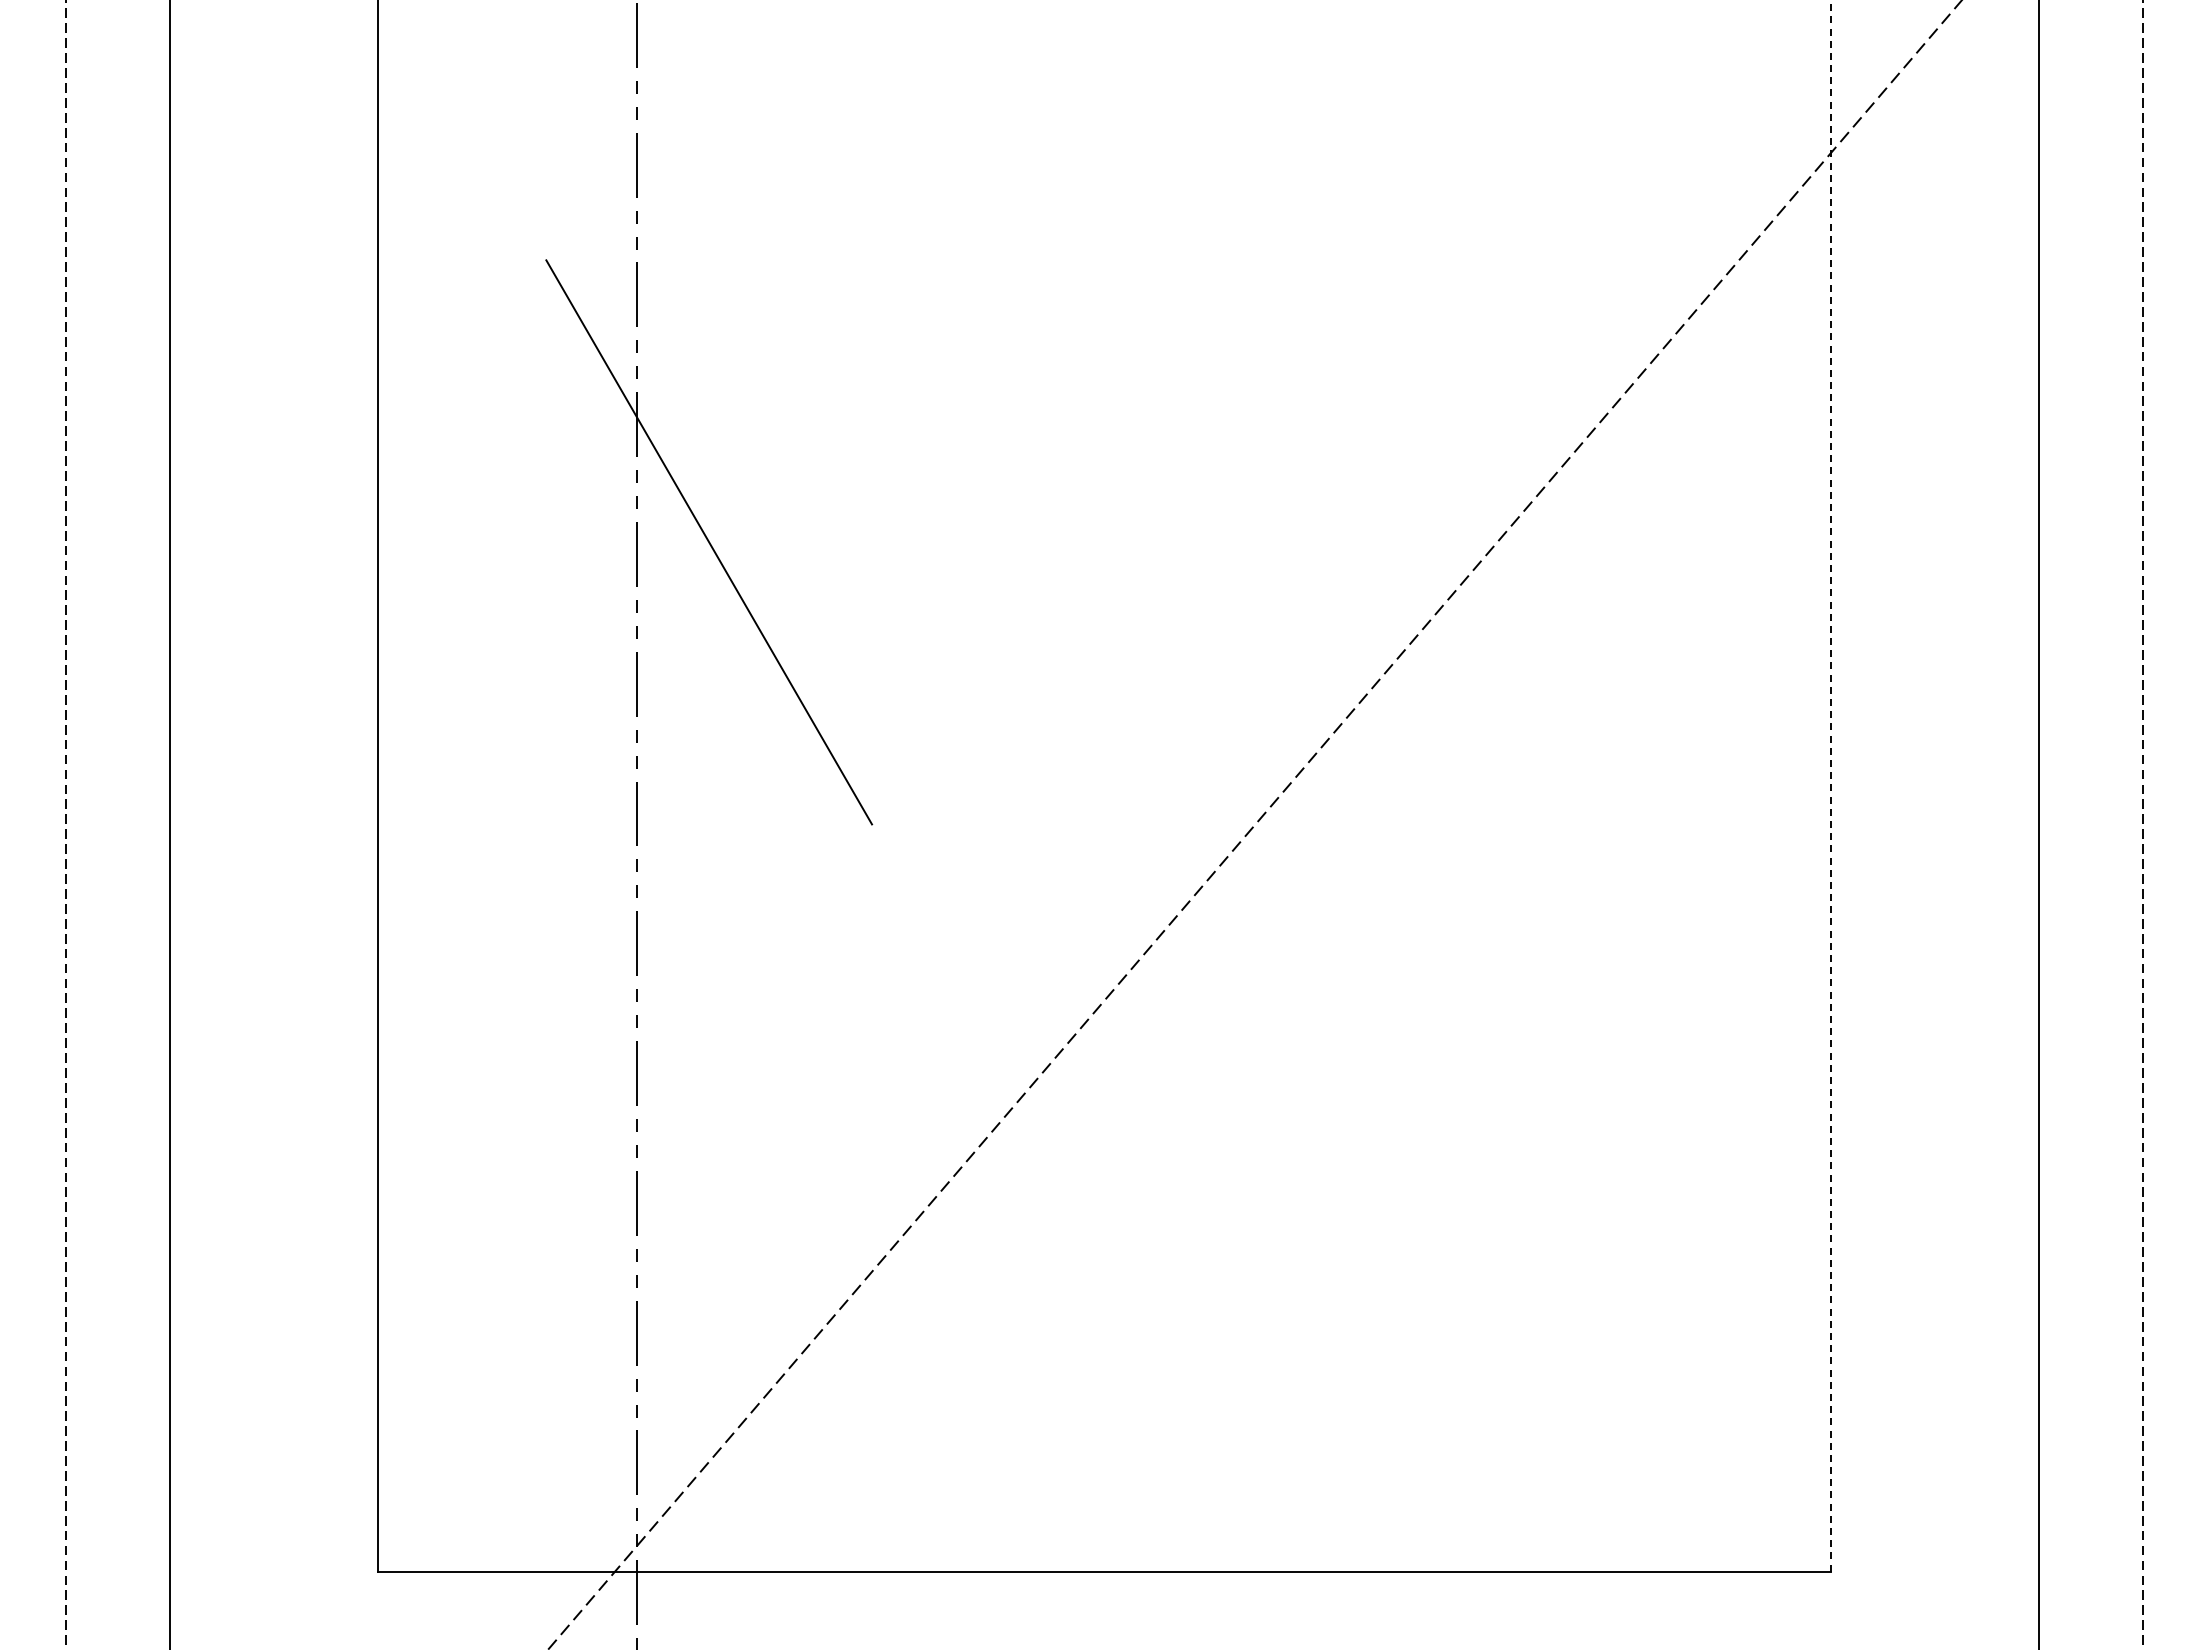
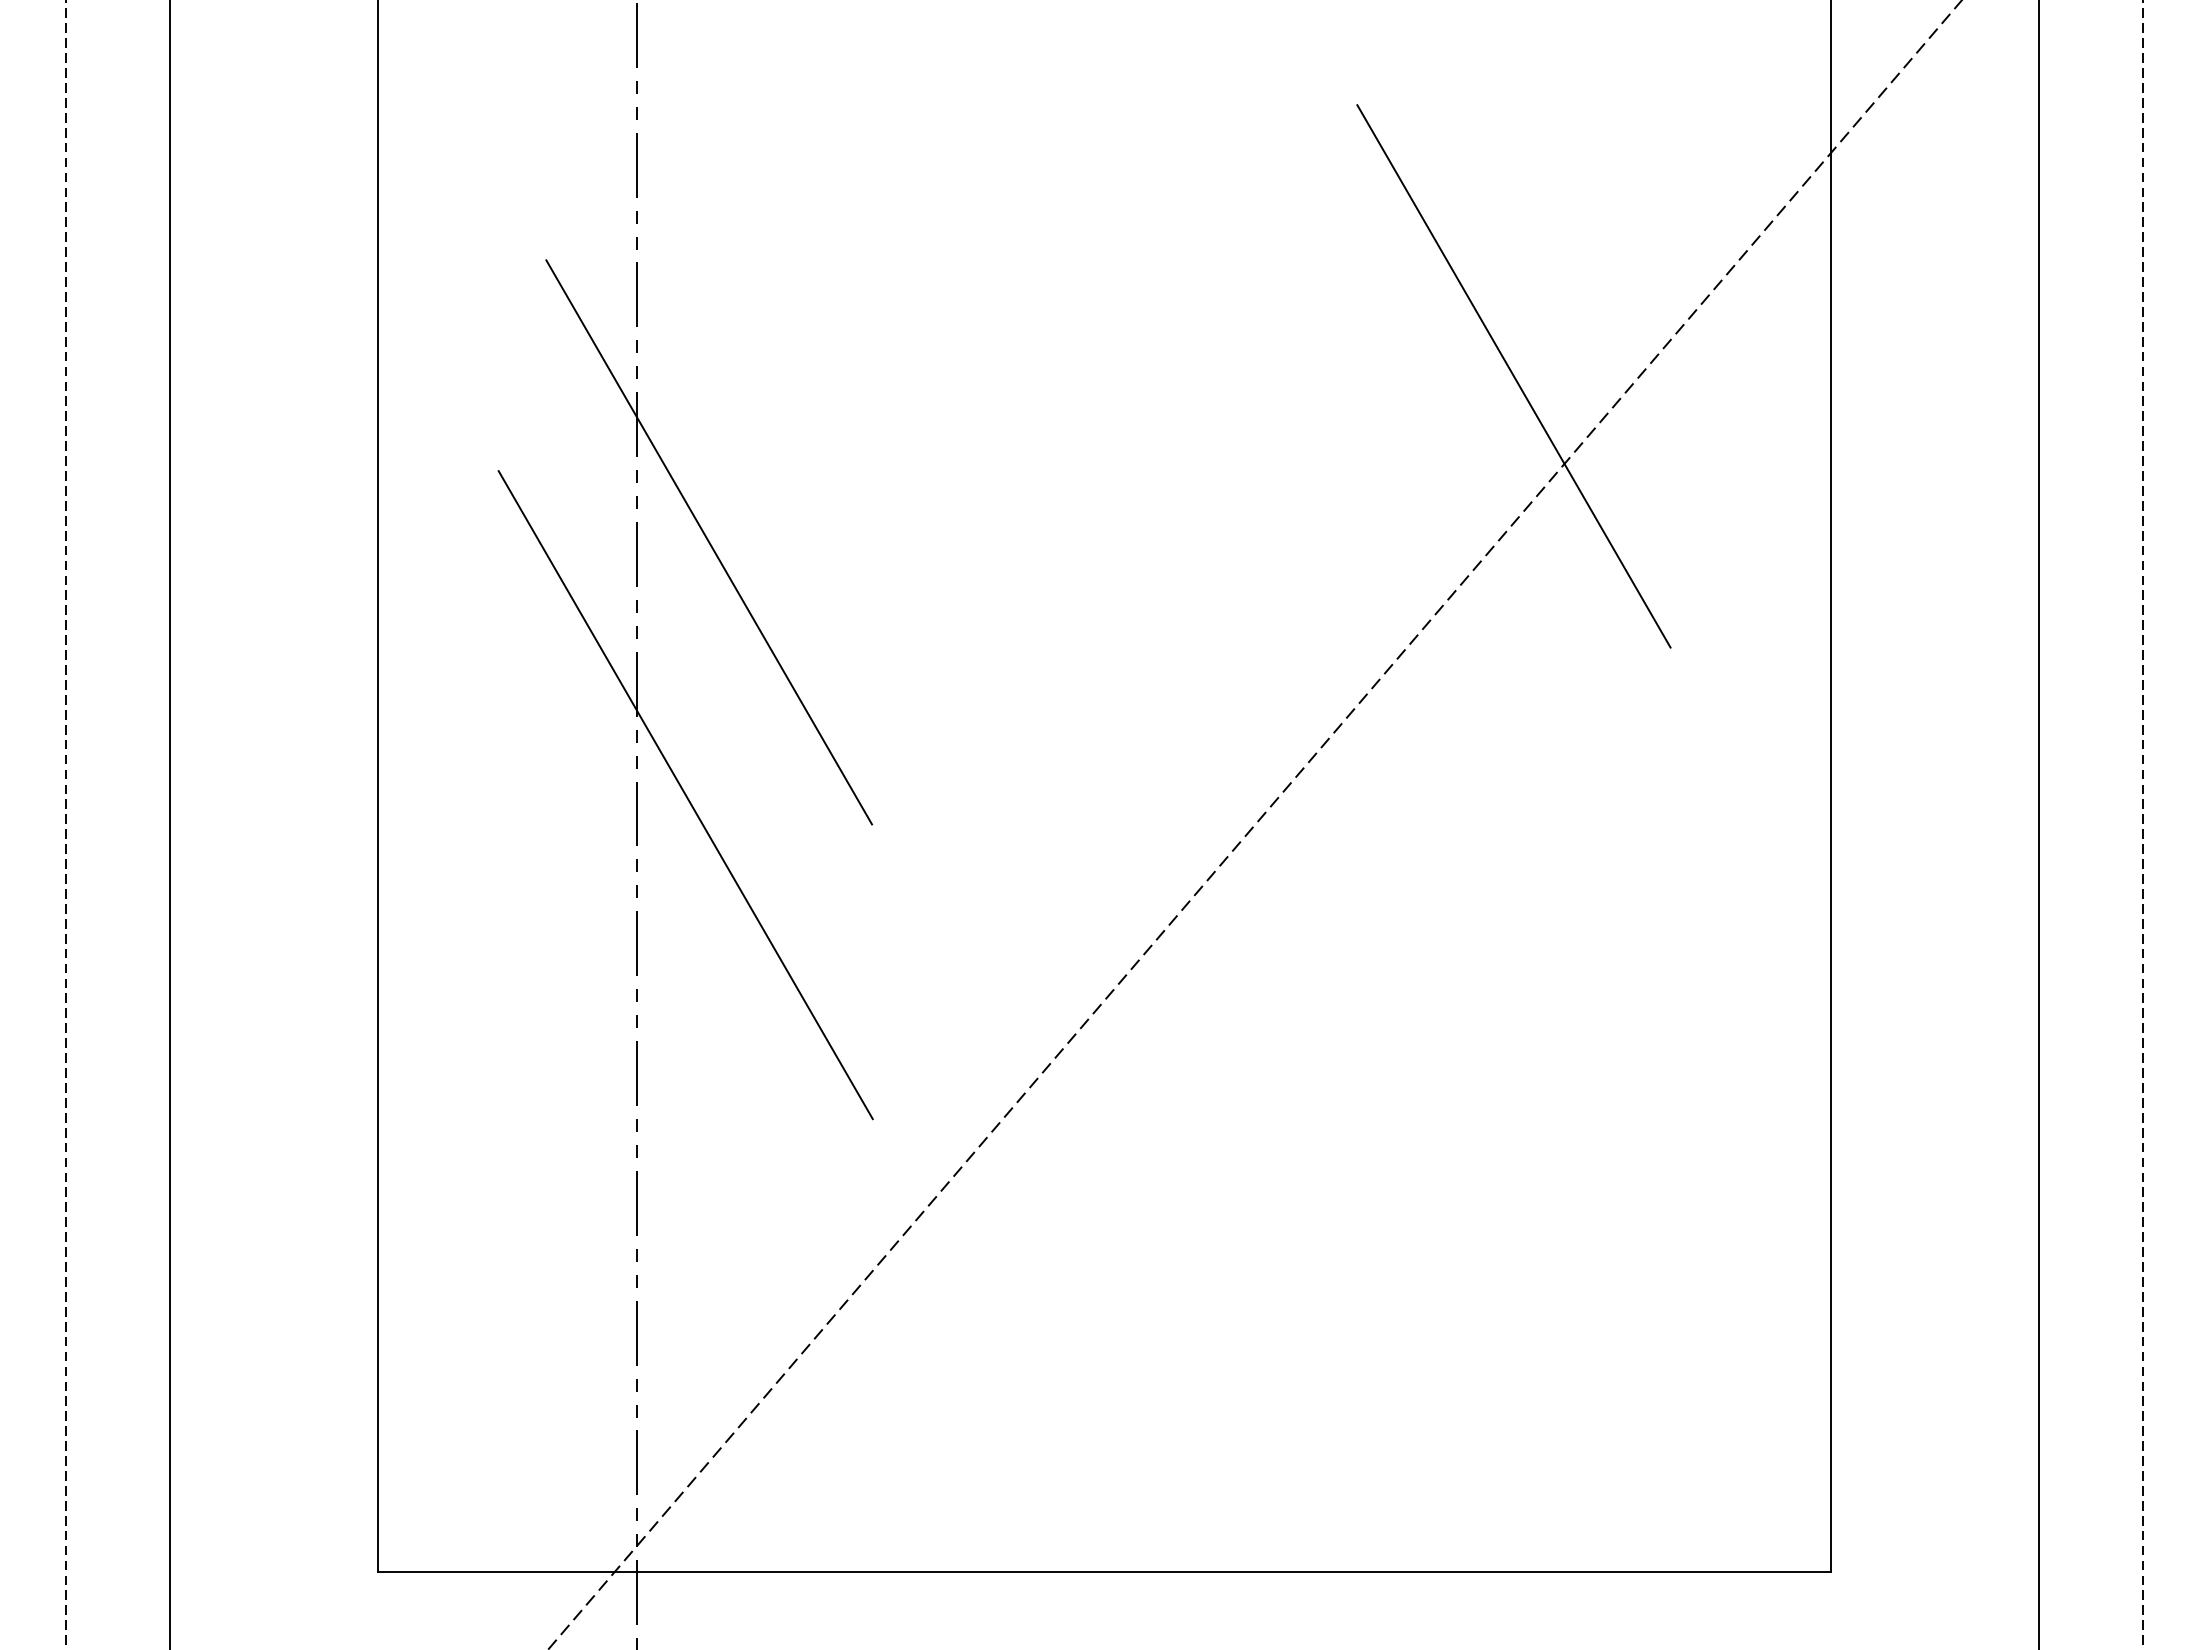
line at (1513, 376): none -> present
line at (1831, 786): dashed -> solid
line at (685, 795): none -> present
